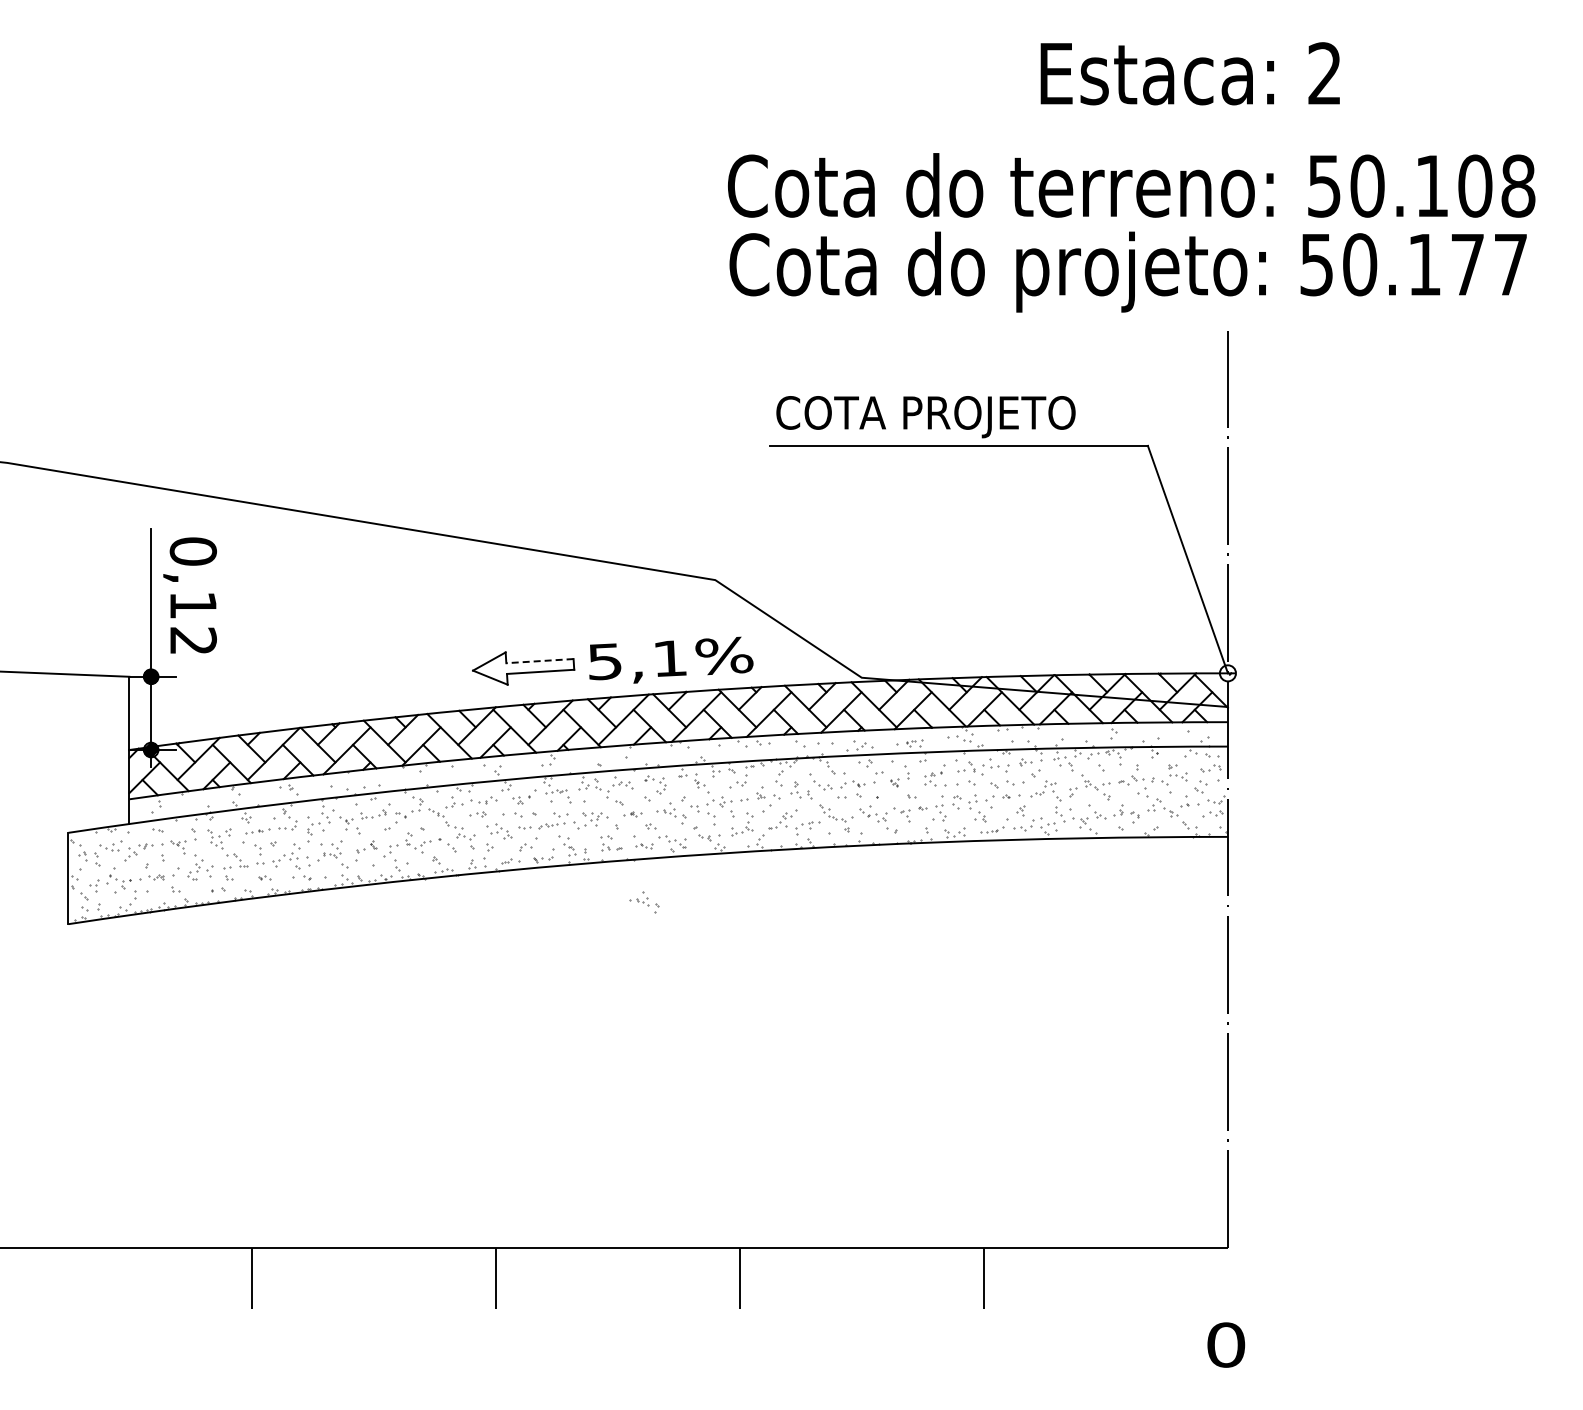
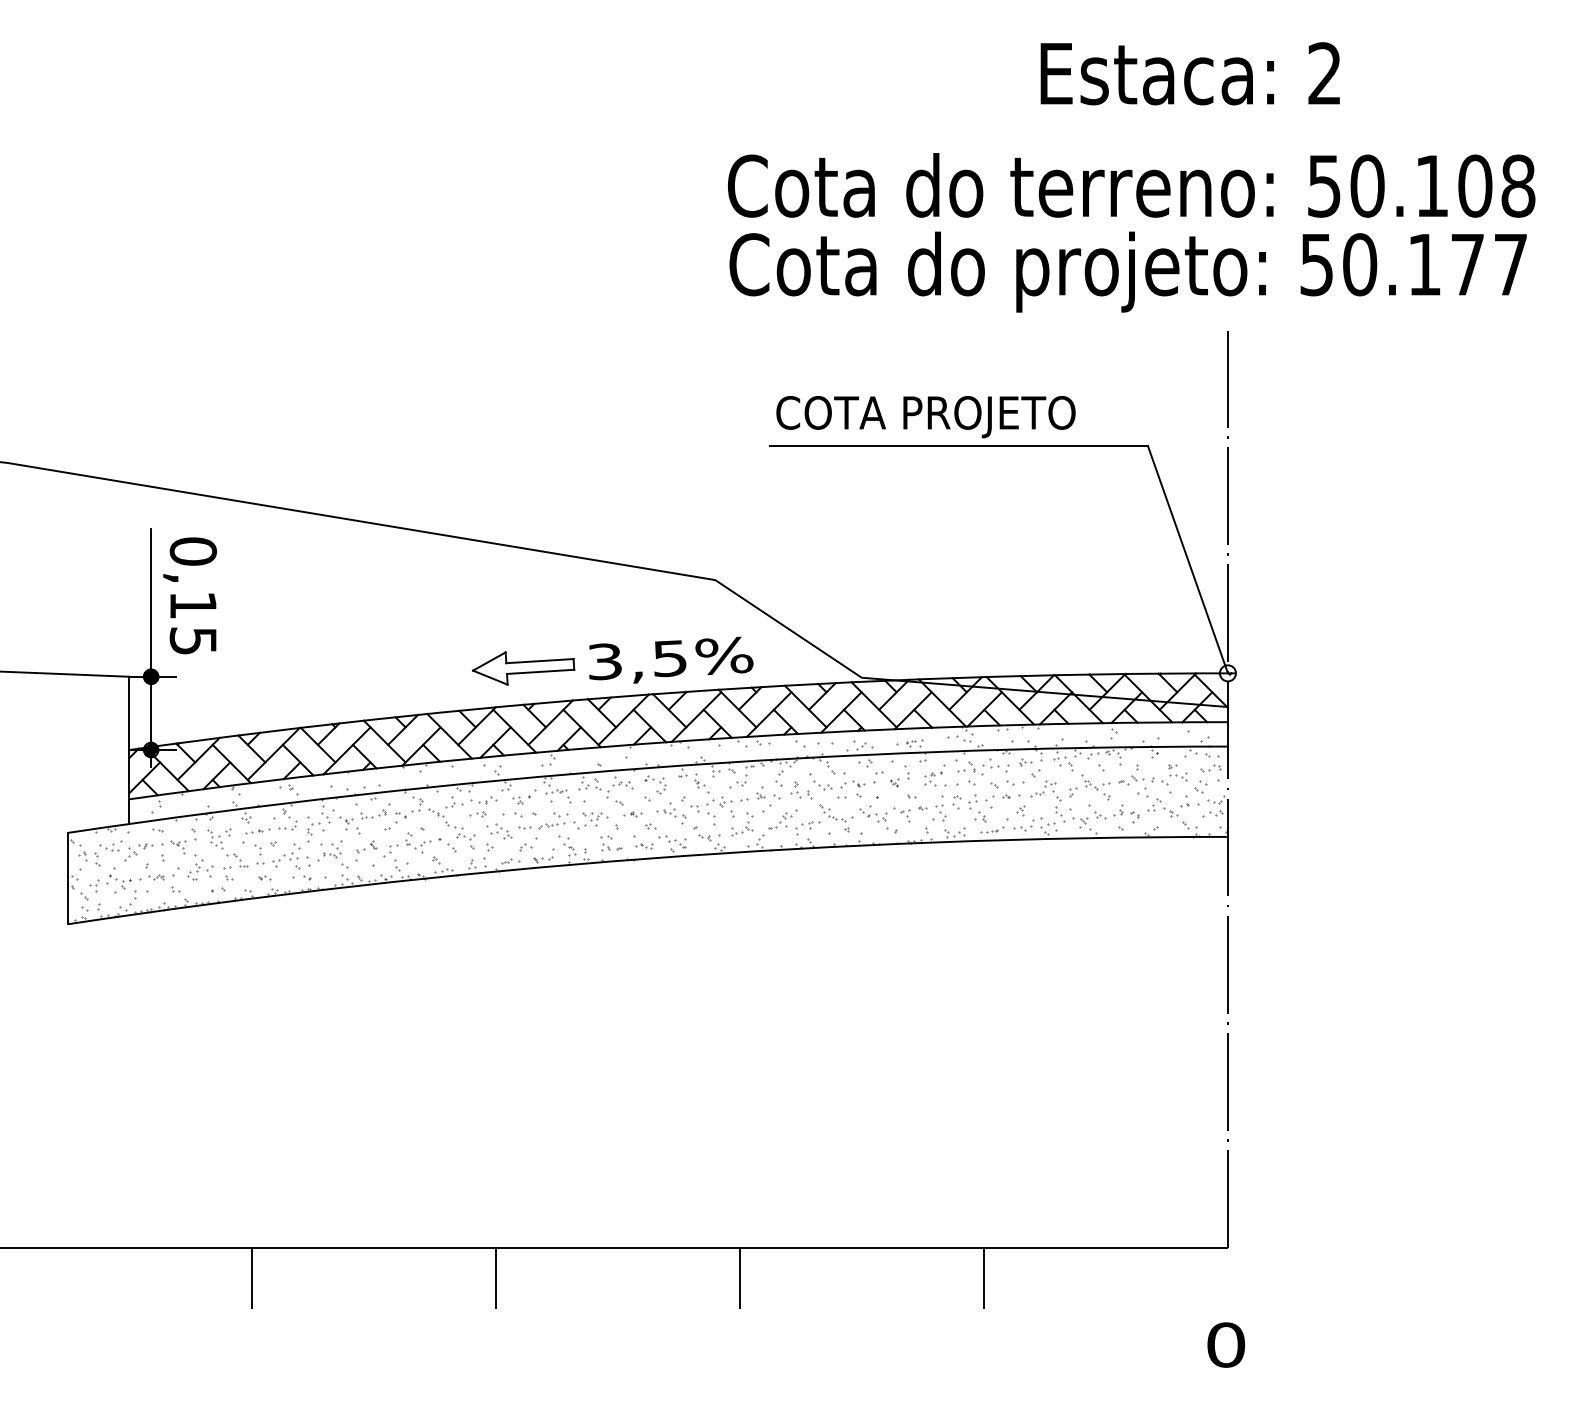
text at (192, 640): 0,12 -> 0,15
text at (637, 659): 5,1% -> 3,5%
line at (539, 661): dashed -> solid
part at (644, 902): present -> none
